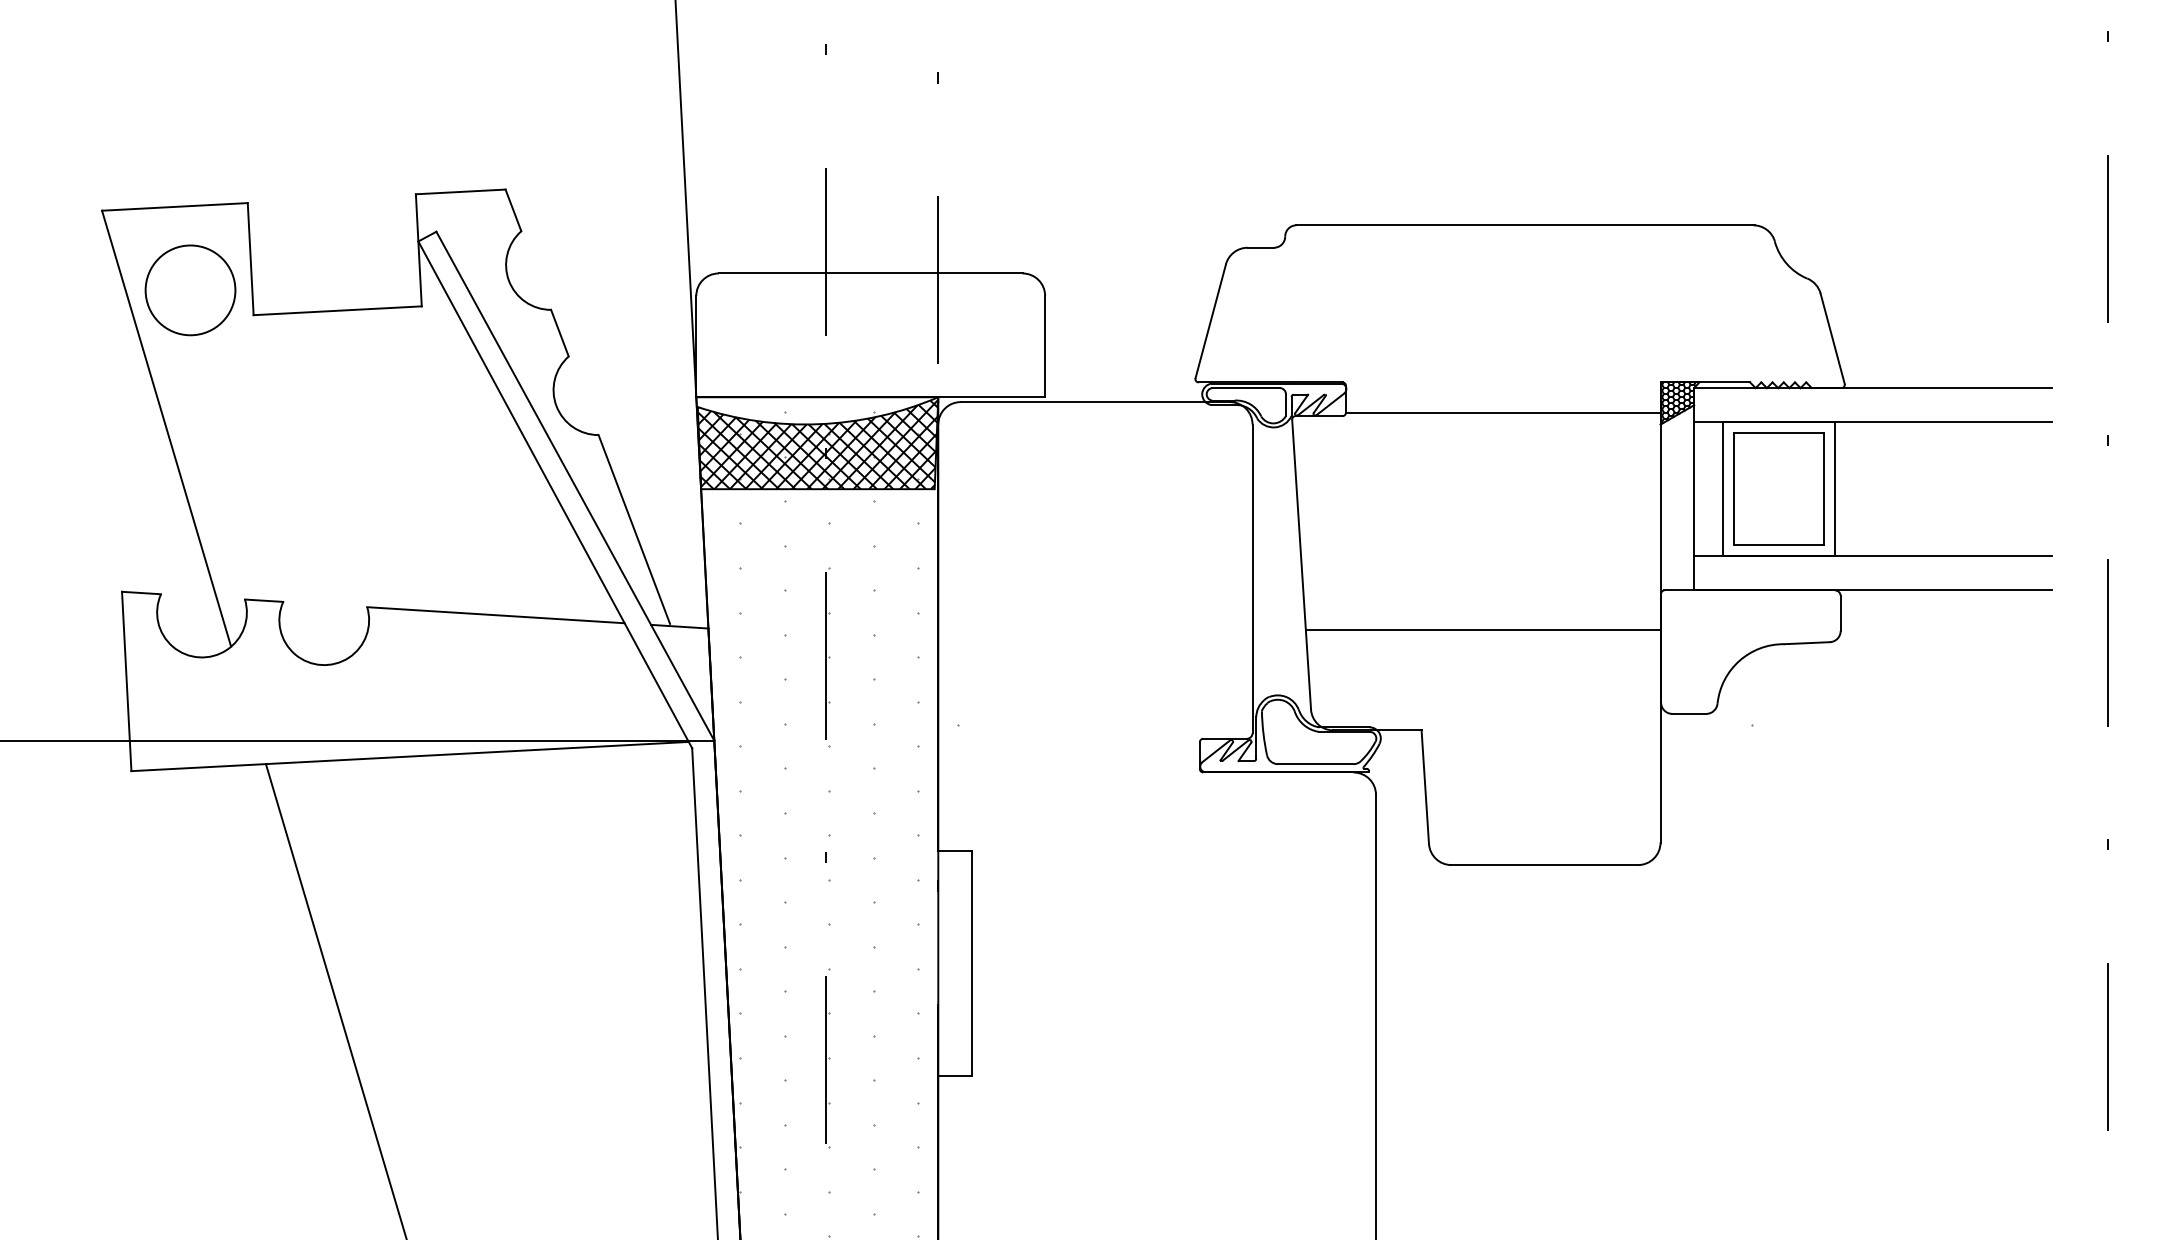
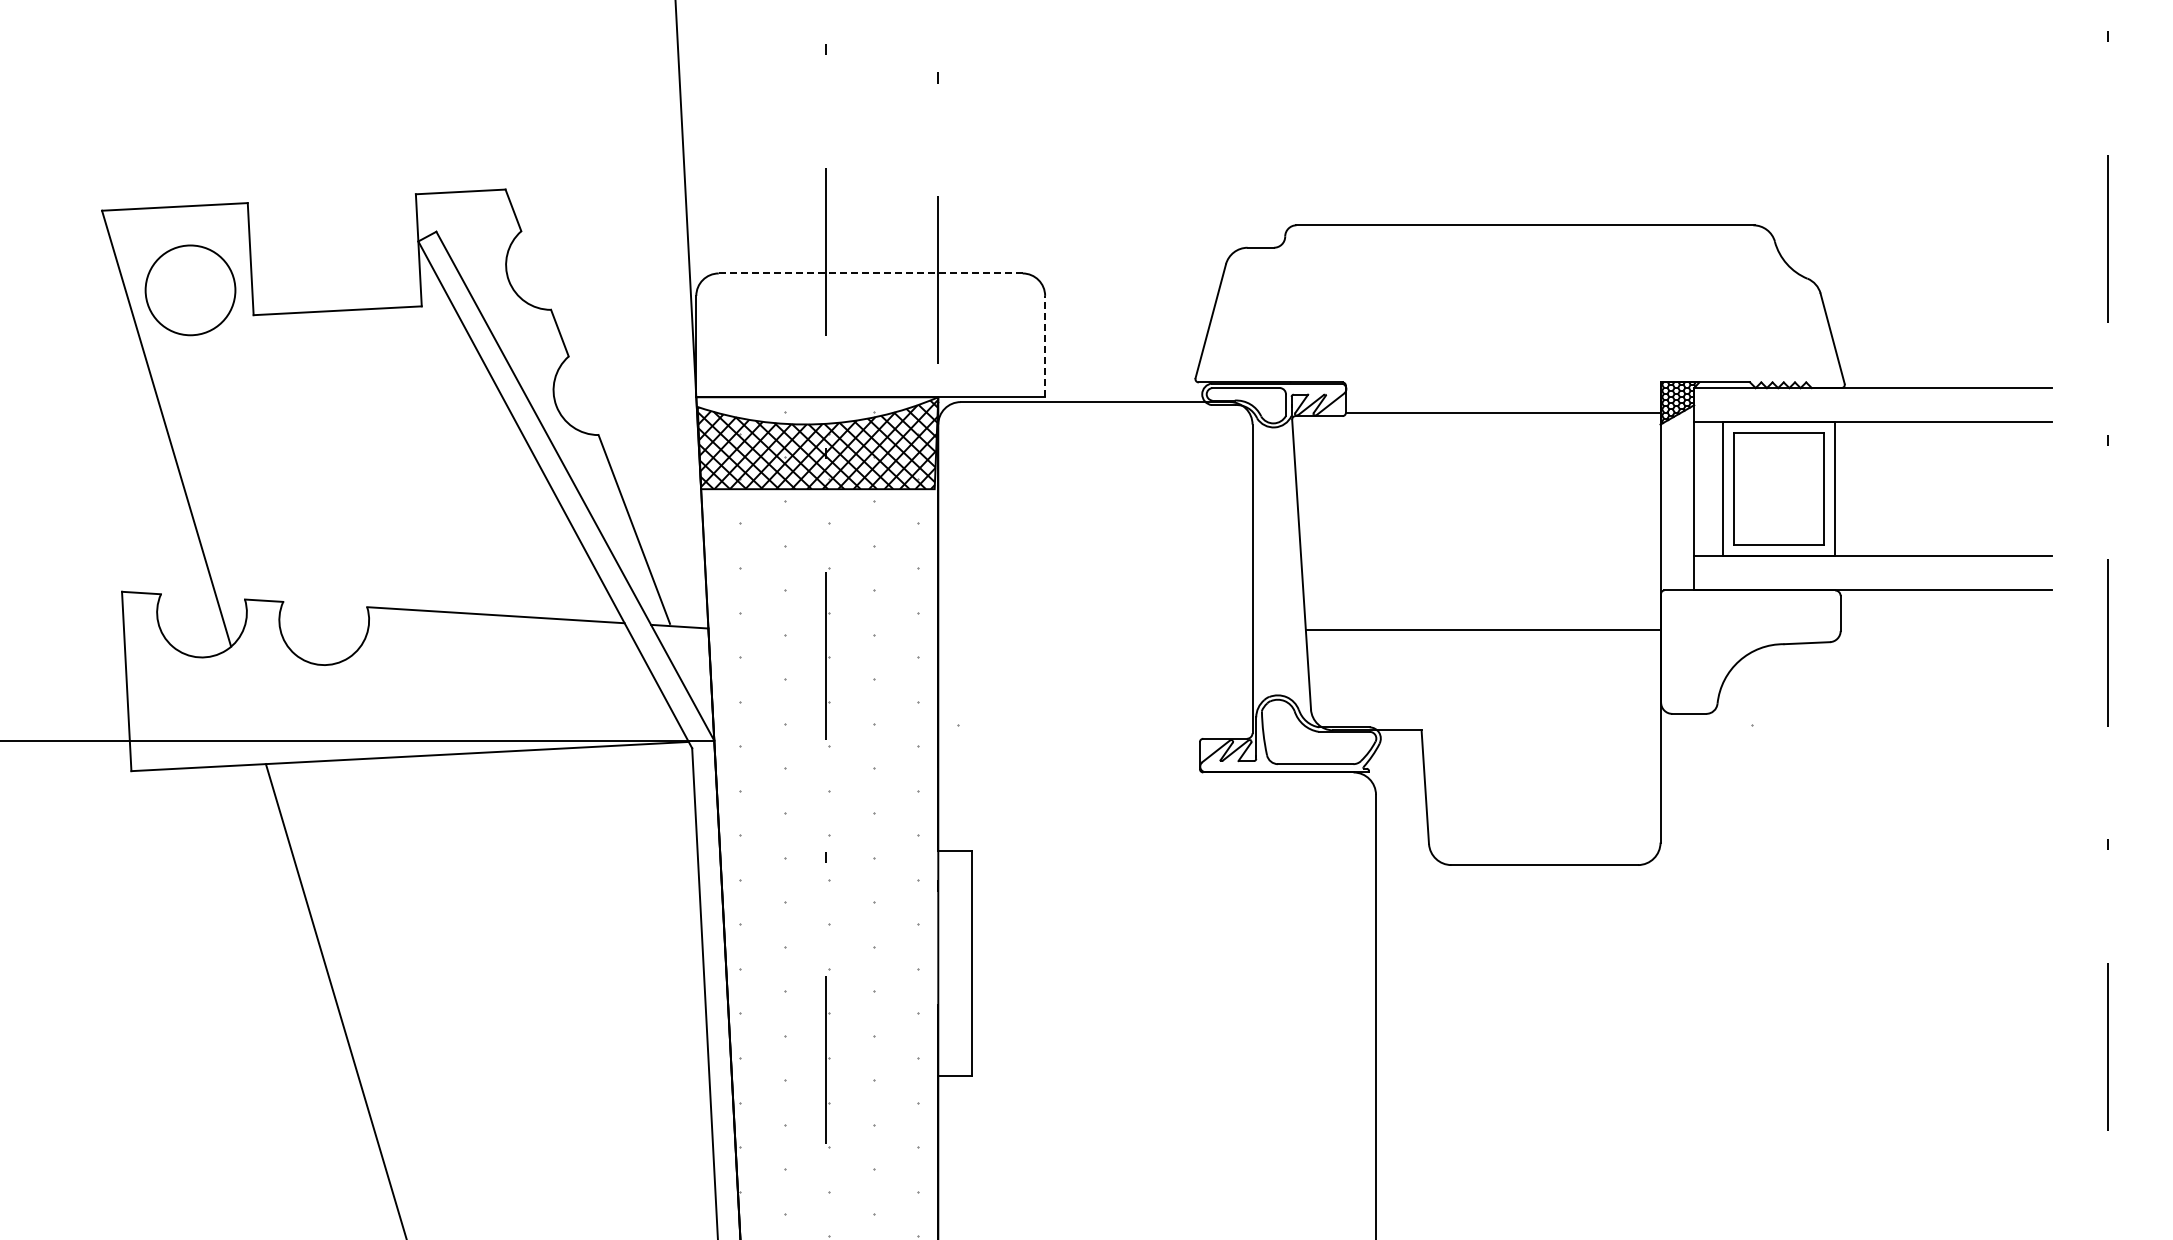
line at (870, 273): solid -> dashed
line at (1045, 346): solid -> dashed
